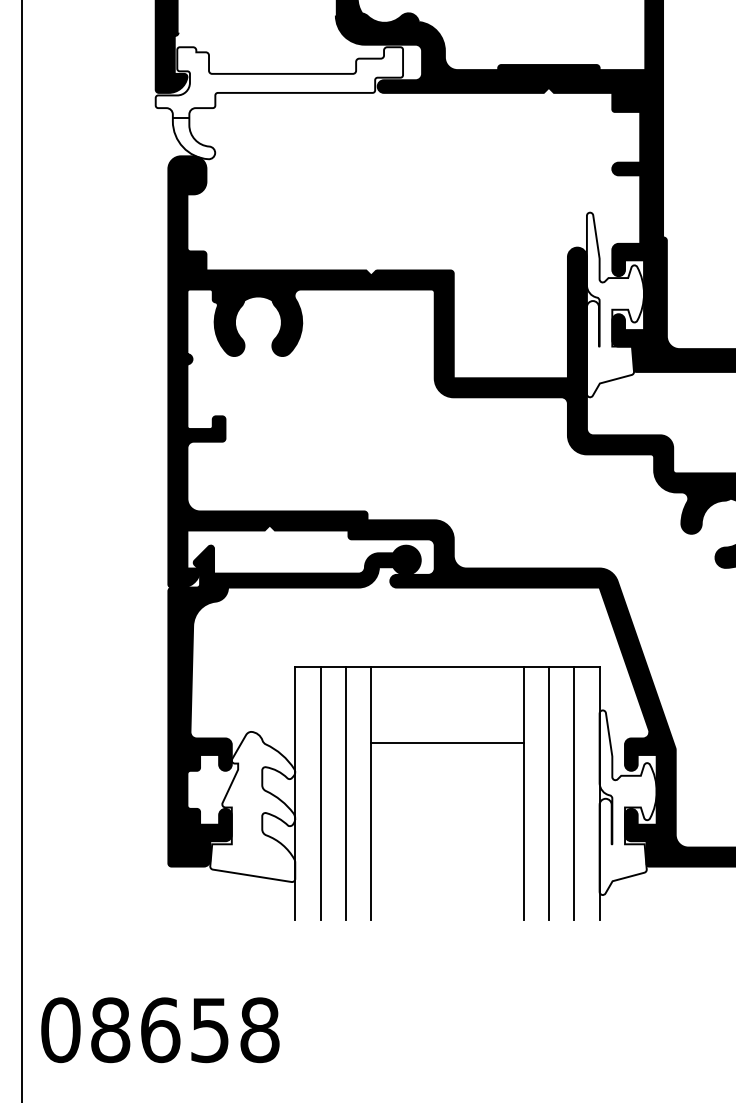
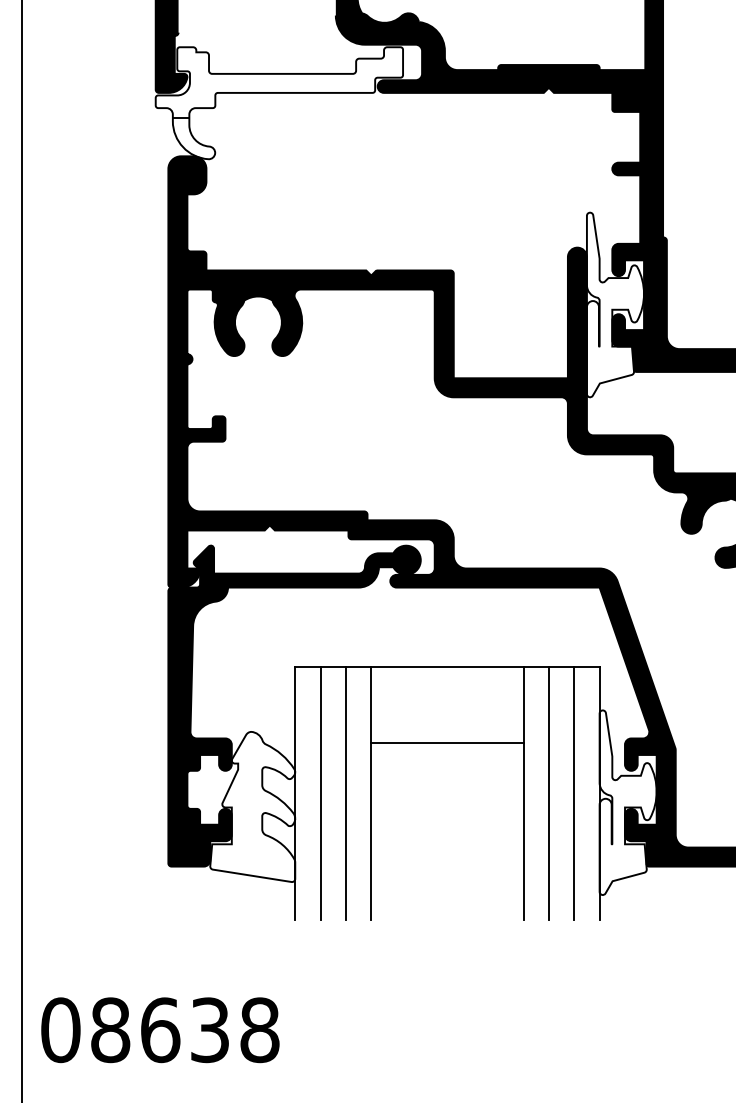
text at (209, 1029): 08658 -> 08638
